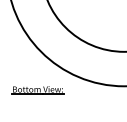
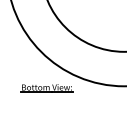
part at (37, 90) position: (37, 90) -> (46, 88)
